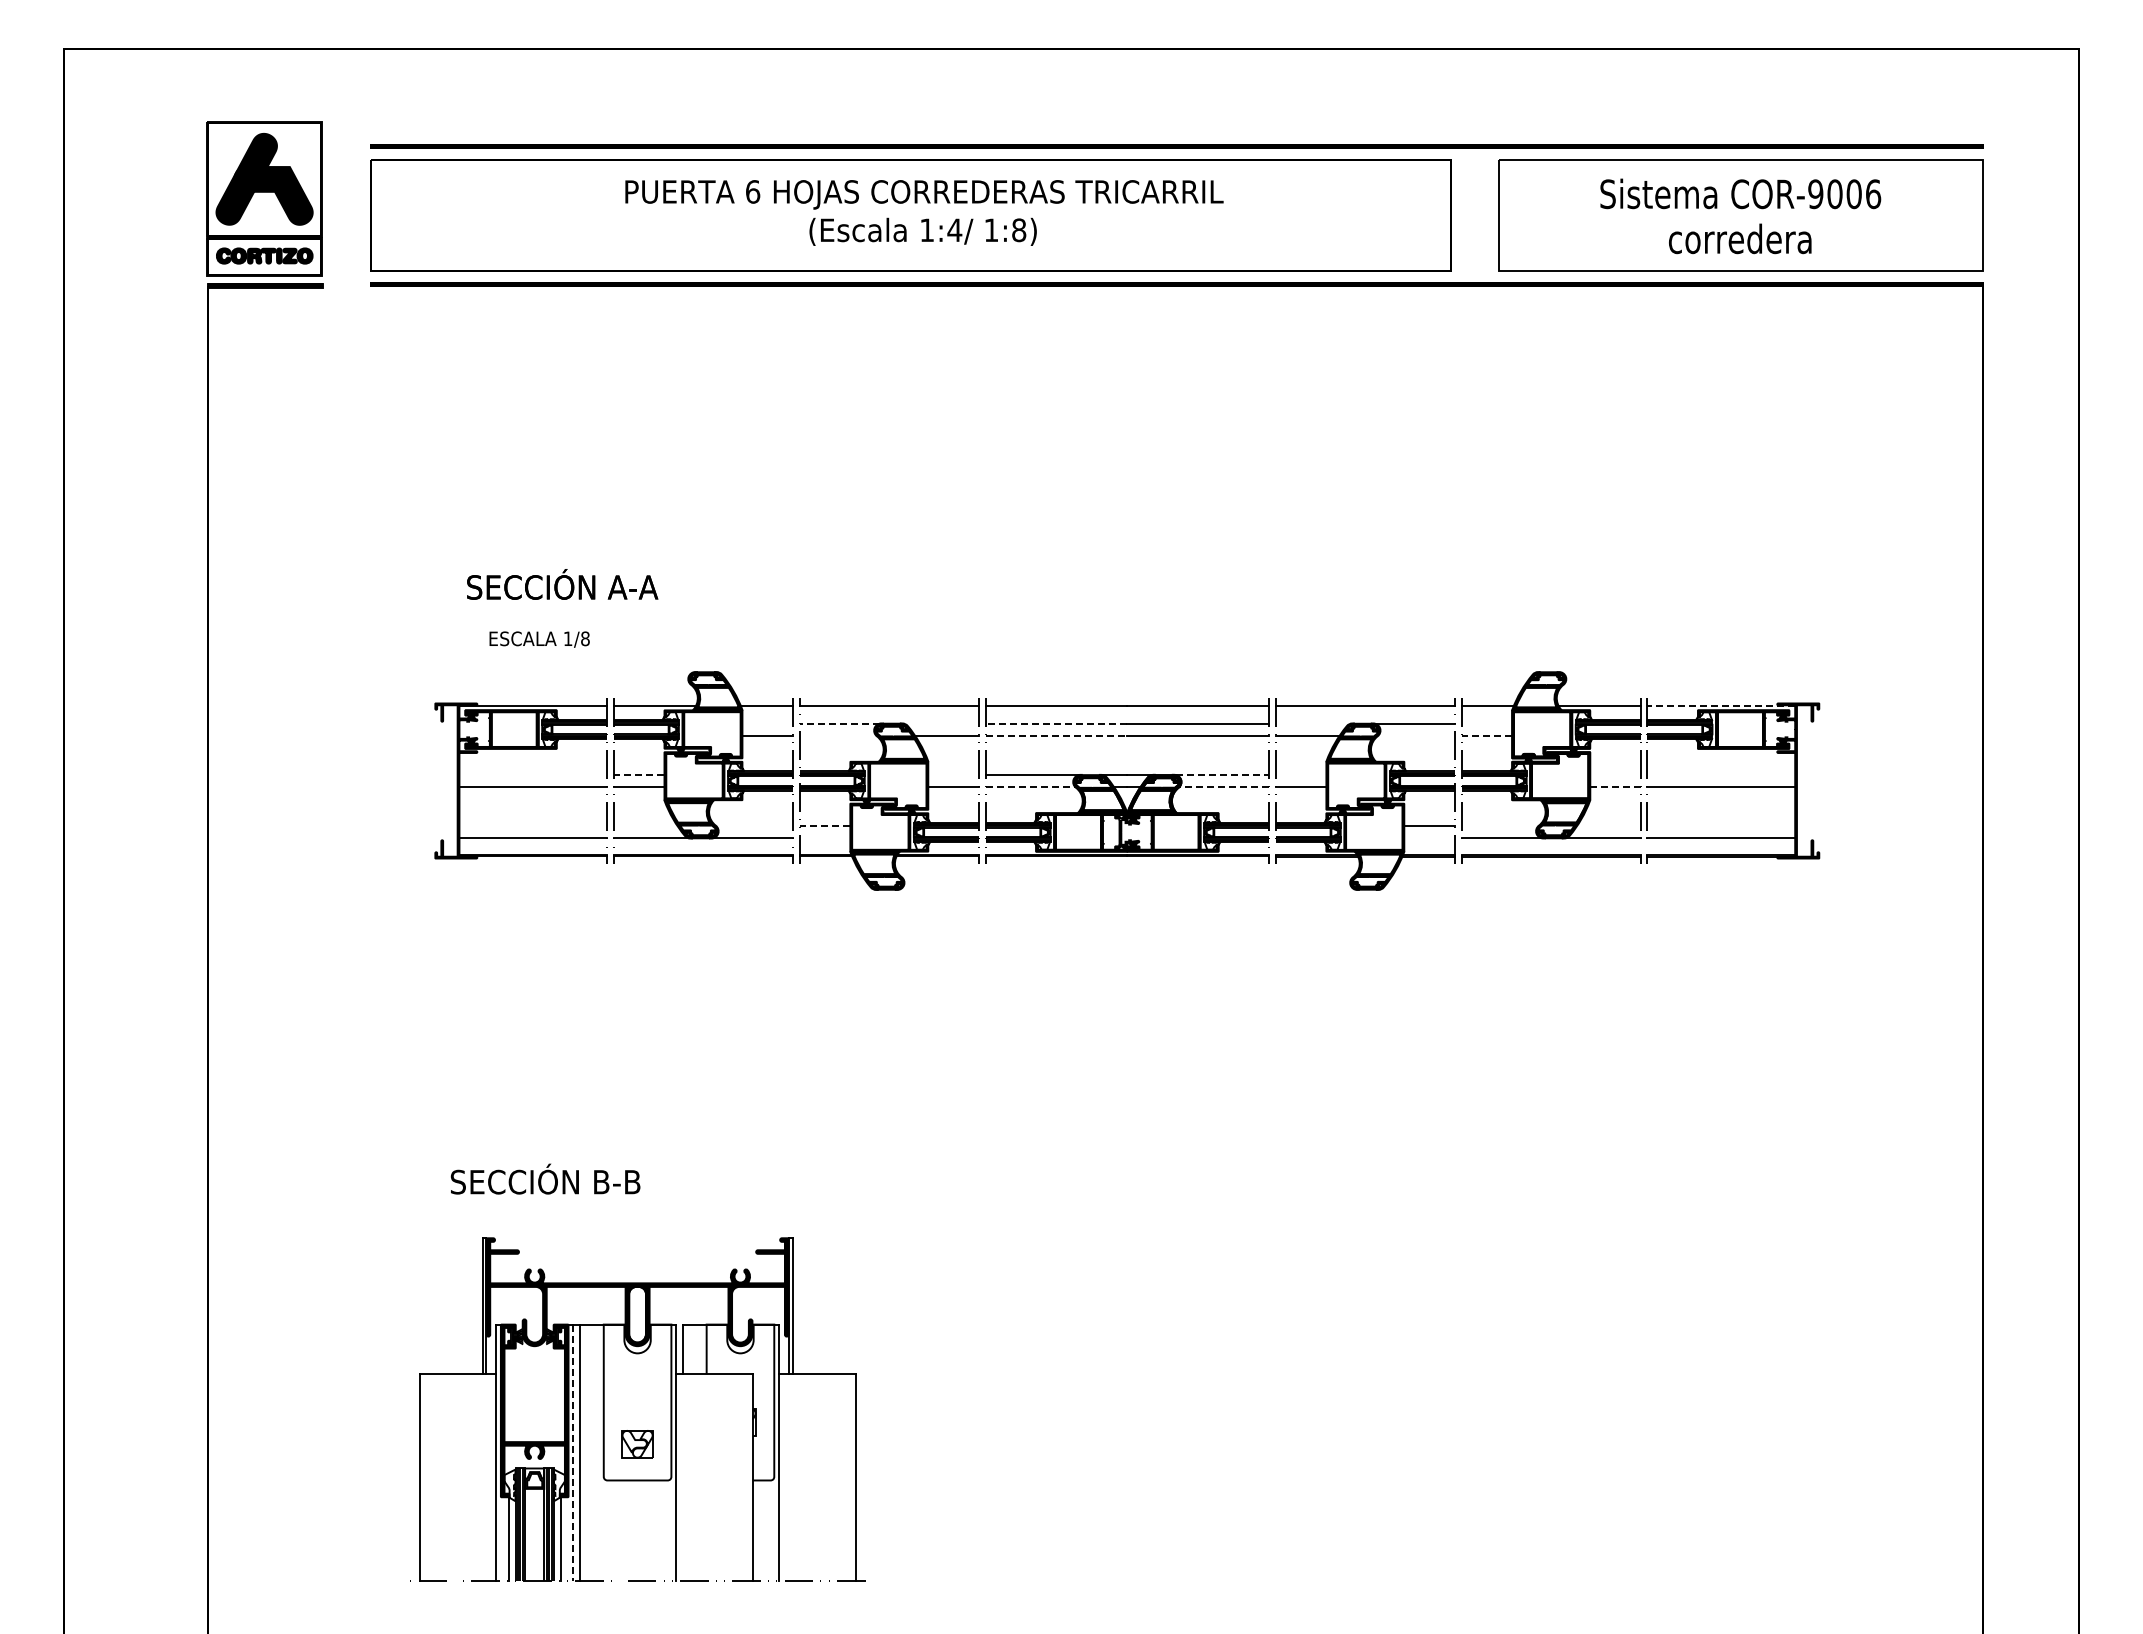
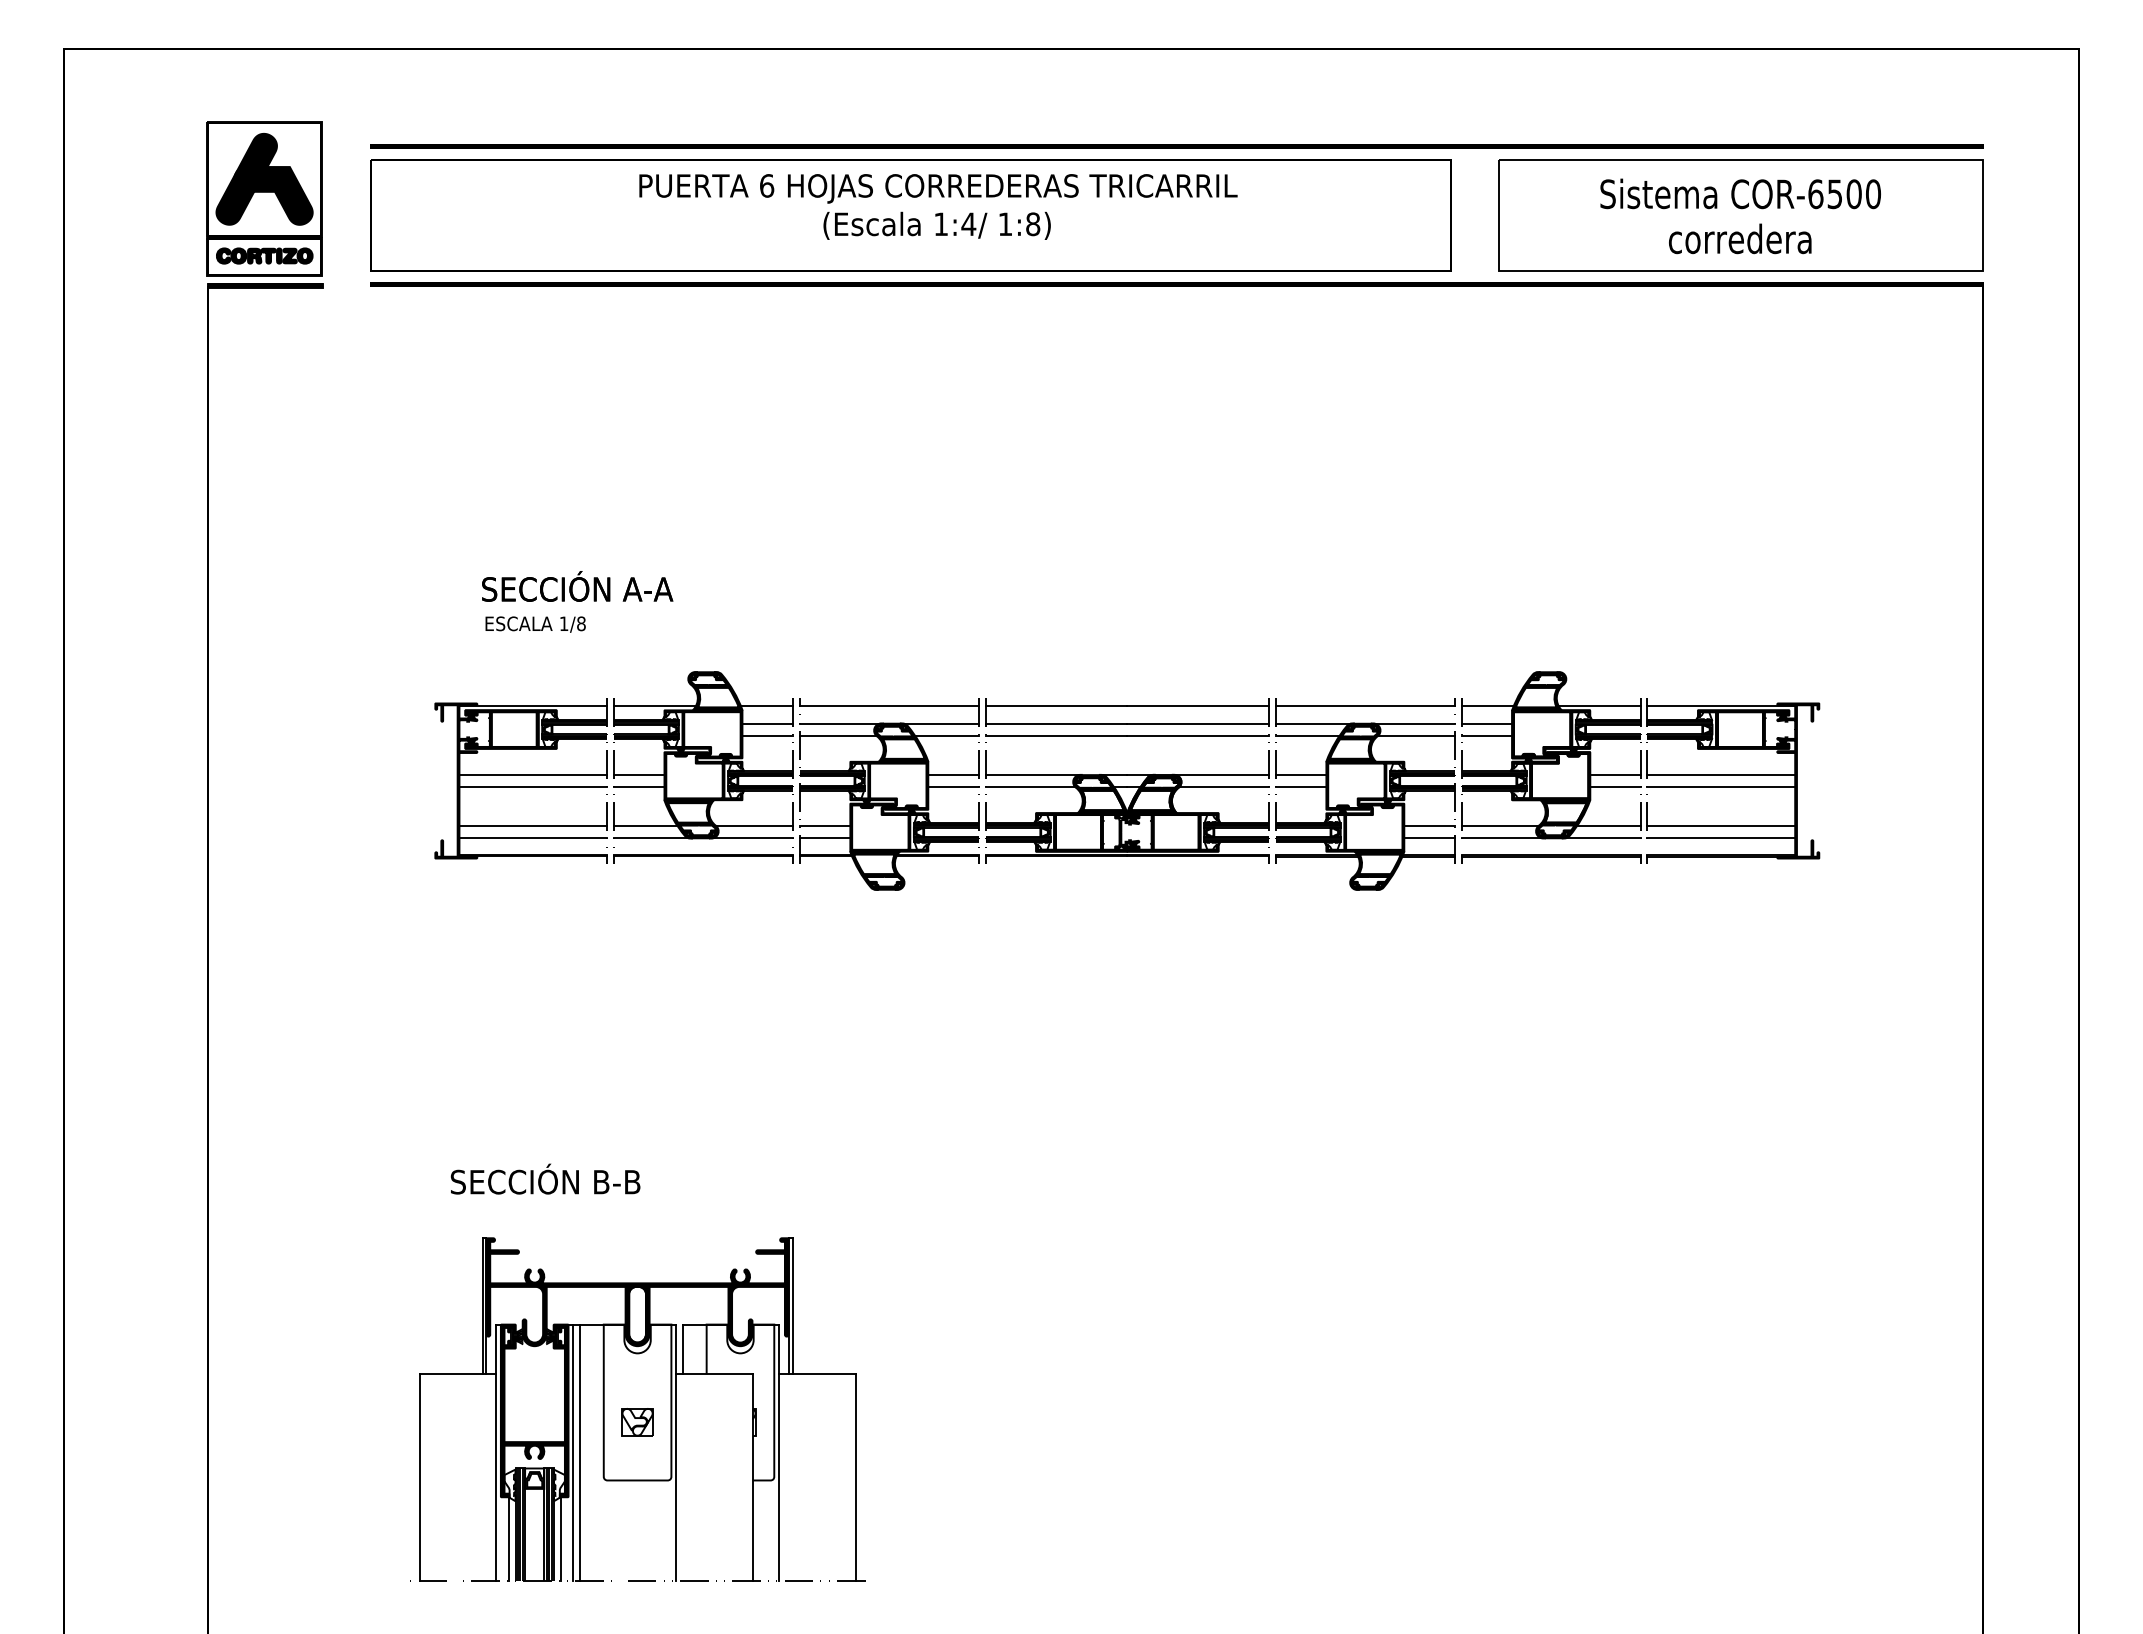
text at (1844, 194): COR-9006 -> COR-6500
text at (924, 212) position: (924, 212) -> (938, 206)
text at (562, 584) position: (562, 584) -> (577, 586)
text at (539, 639) position: (539, 639) -> (535, 624)
line at (1721, 705): dashed -> solid
line at (767, 723): none -> present
line at (839, 723): dashed -> solid
line at (940, 723): none -> present
line at (1056, 723): dashed -> solid
line at (1313, 723): none -> present
line at (1486, 723): none -> present
line at (837, 735): none -> present
line at (1056, 735): dashed -> solid
line at (1416, 735): none -> present
line at (1486, 735): dashed -> solid
line at (1300, 774): none -> present
line at (1615, 774): none -> present
line at (1721, 774): none -> present
line at (533, 775): none -> present
line at (638, 775): dashed -> solid
line at (953, 775): none -> present
line at (1222, 775): dashed -> solid
line at (1614, 786): dashed -> solid
line at (1030, 787): dashed -> solid
line at (1224, 787): dashed -> solid
line at (533, 826): none -> present
line at (645, 826): none -> present
line at (754, 826): none -> present
line at (824, 826): dashed -> solid
line at (1499, 826): none -> present
line at (1608, 826): none -> present
line at (1721, 826): none -> present
line at (824, 838): none -> present
line at (1429, 838): none -> present
part at (637, 1444) position: (637, 1444) -> (637, 1422)
line at (573, 1453): dashed -> solid
